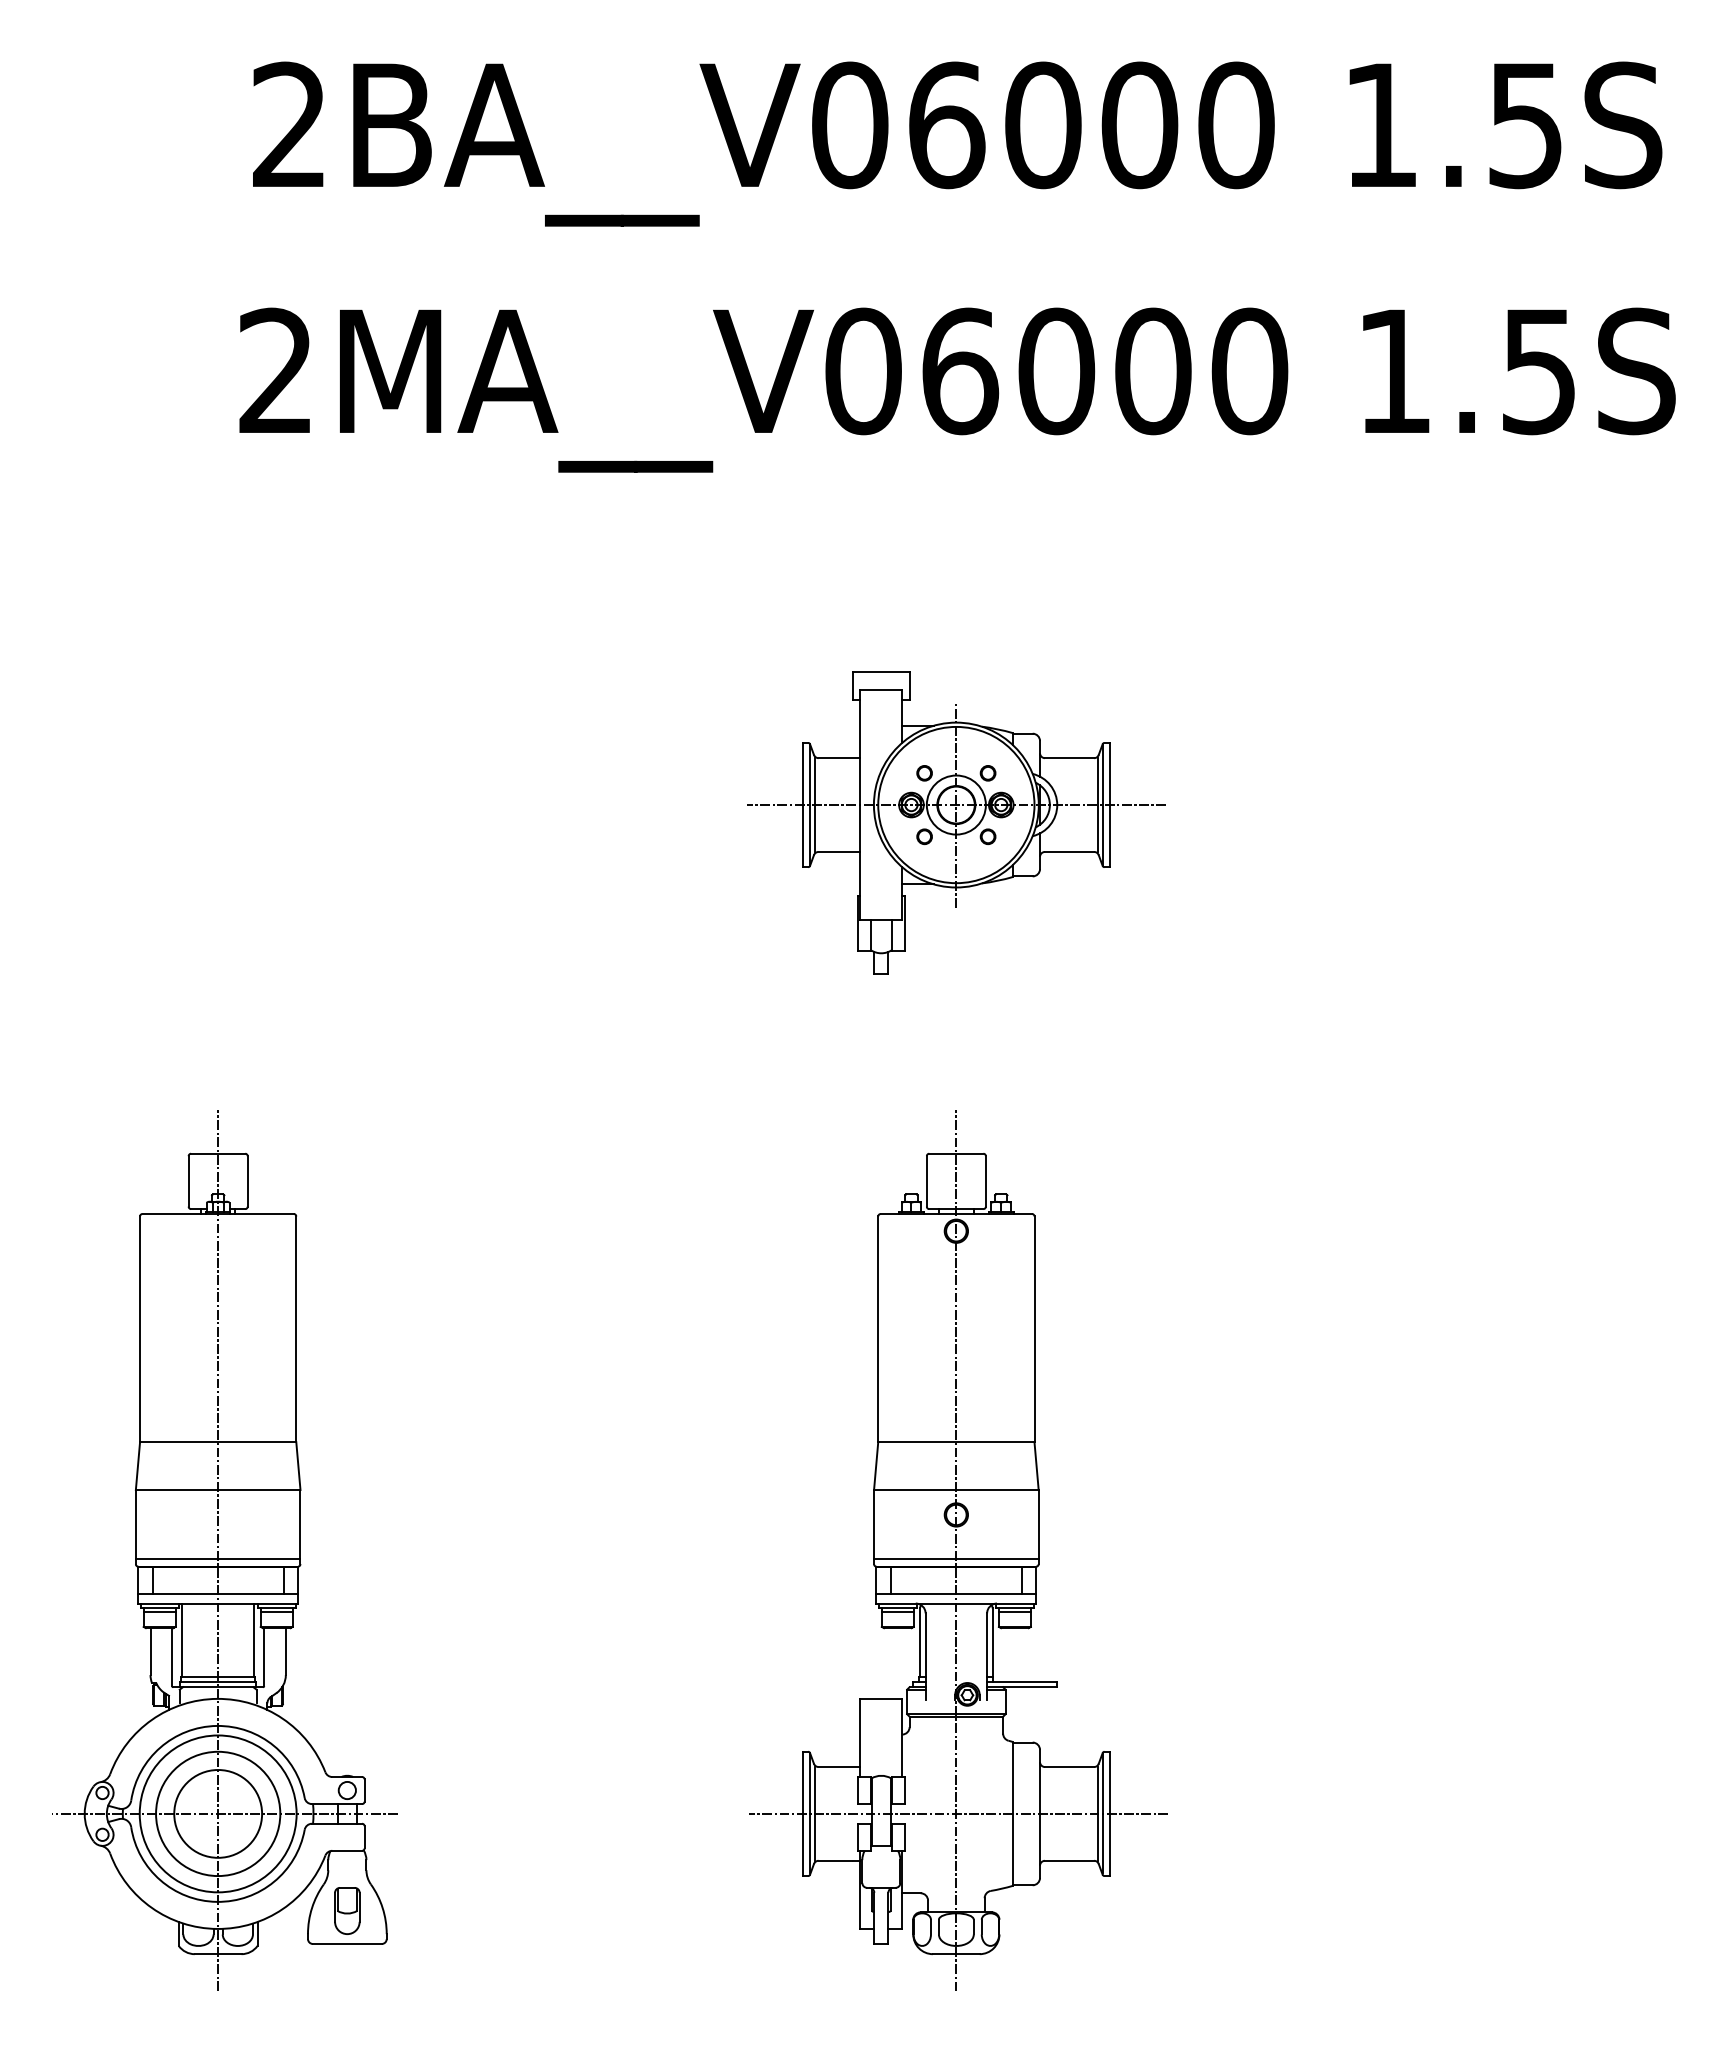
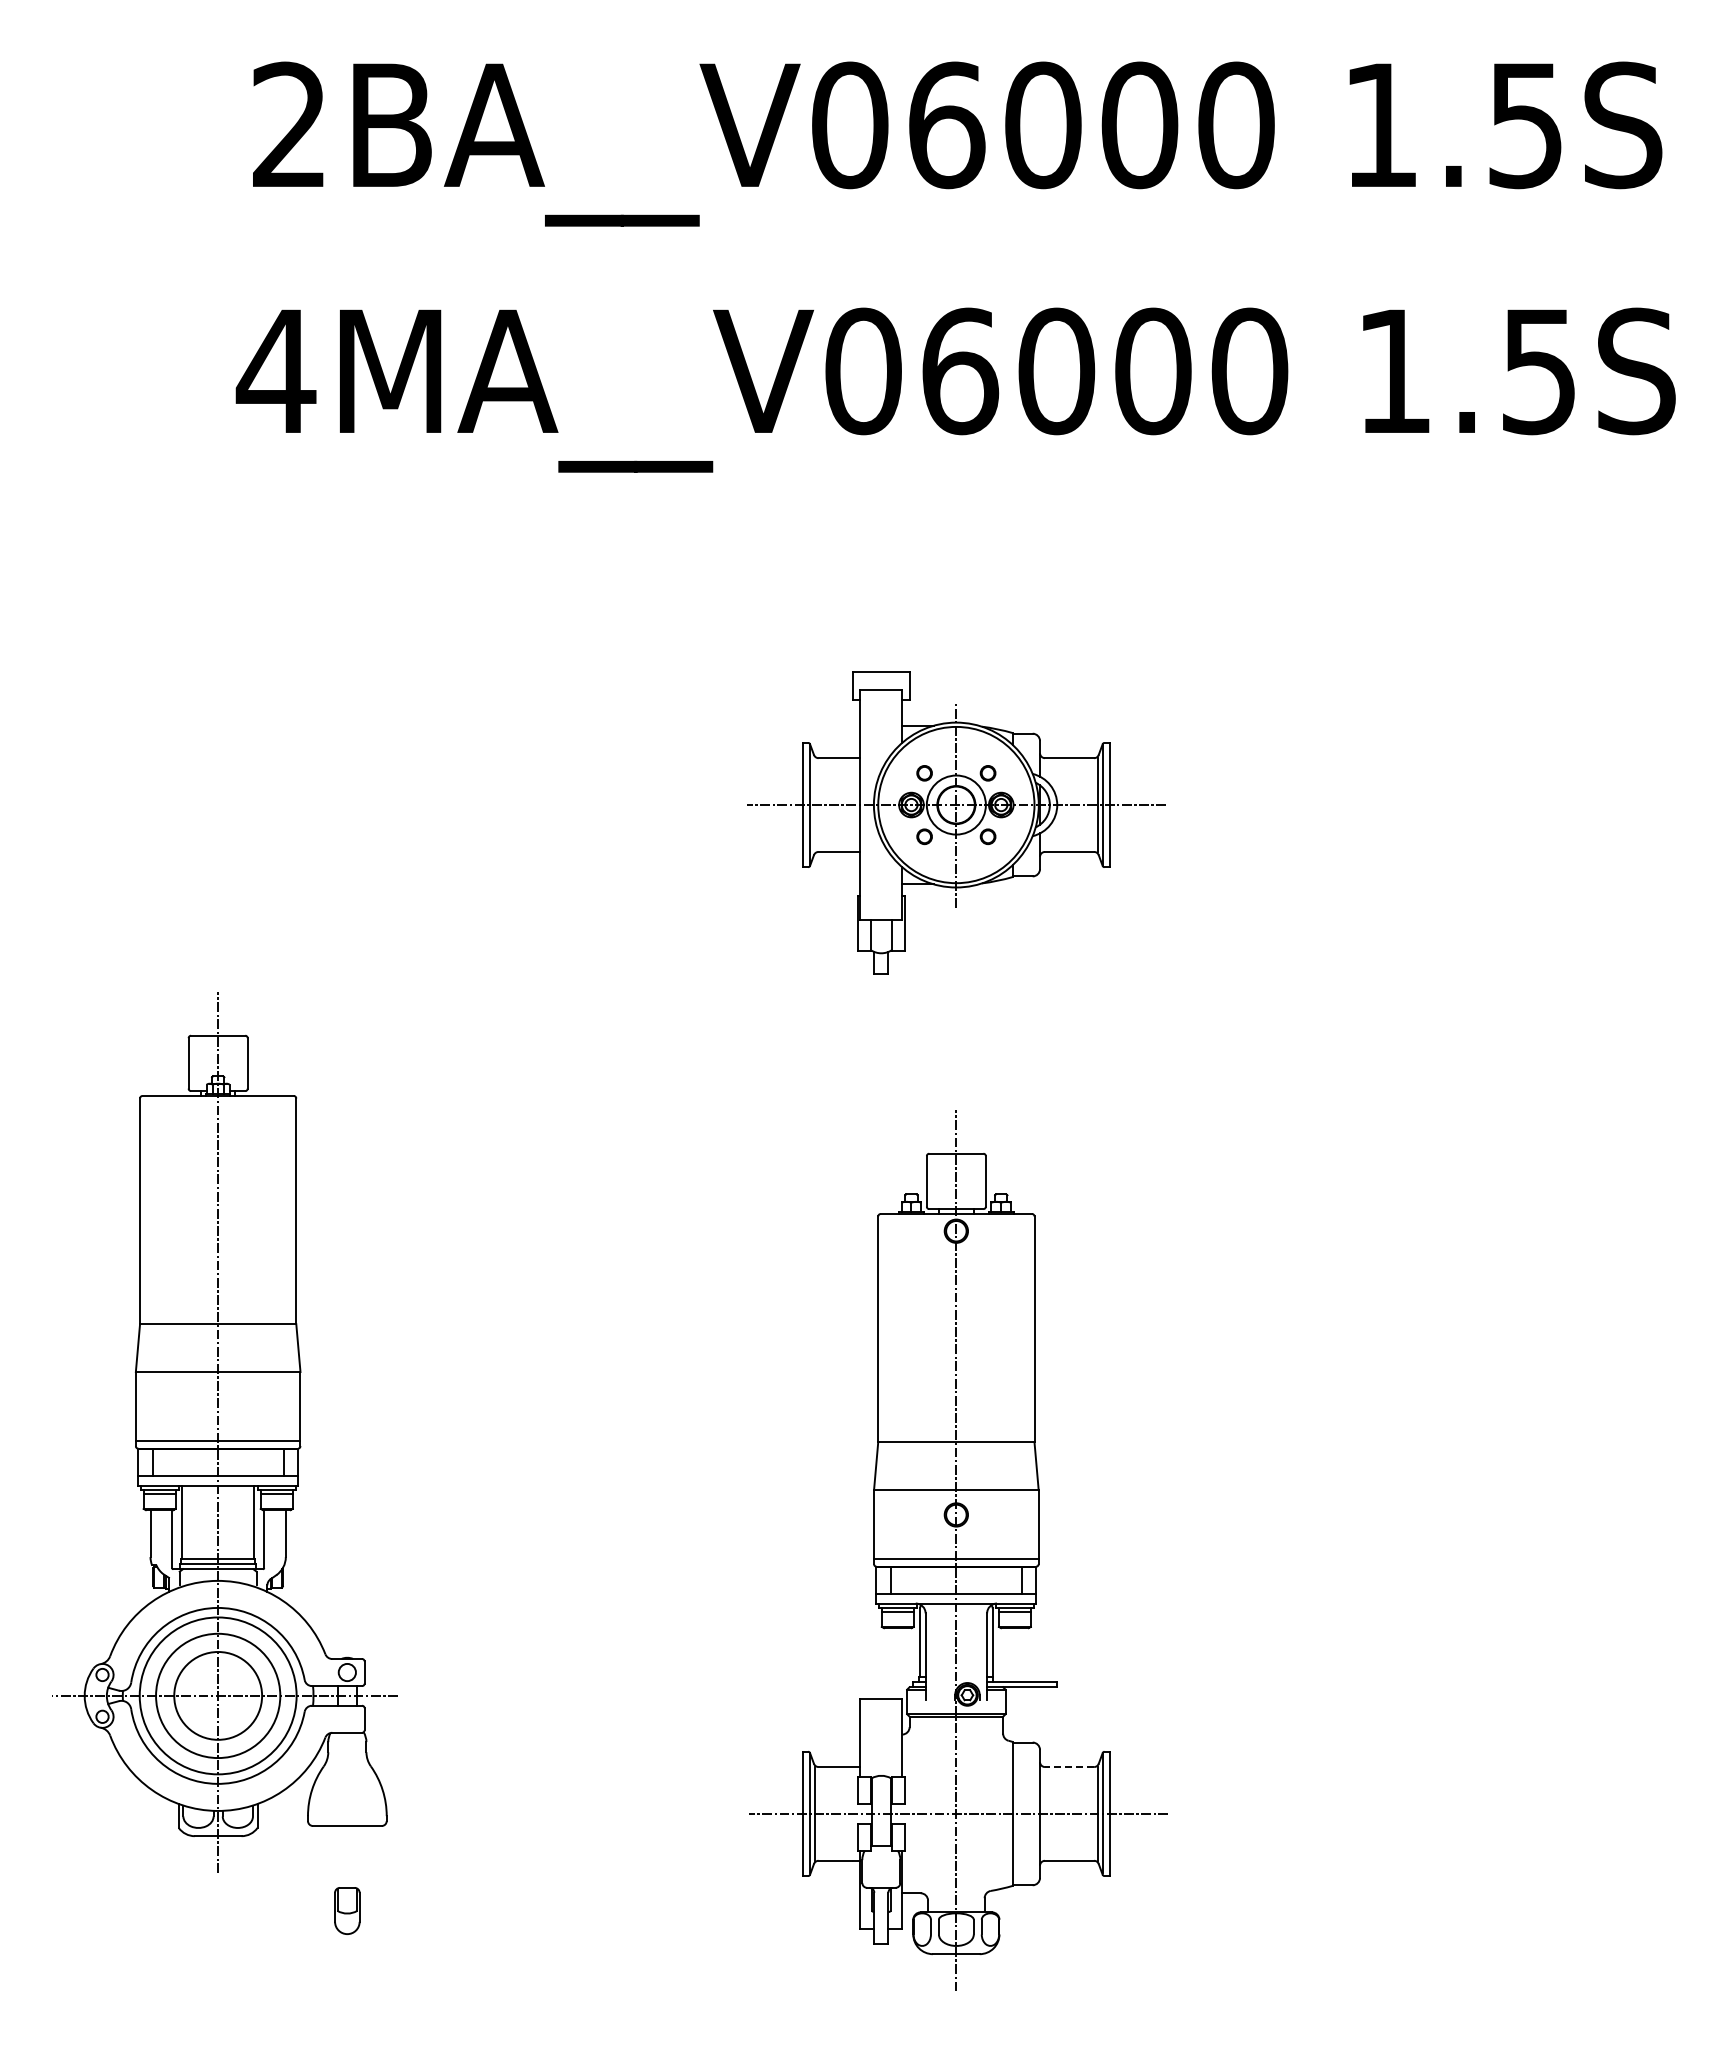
text at (275, 369): 2MA__V06000 -> 4MA__V06000
line at (815, 804): present -> none
part at (224, 1550) position: (224, 1550) -> (224, 1432)
line at (1069, 1767): solid -> dashed
